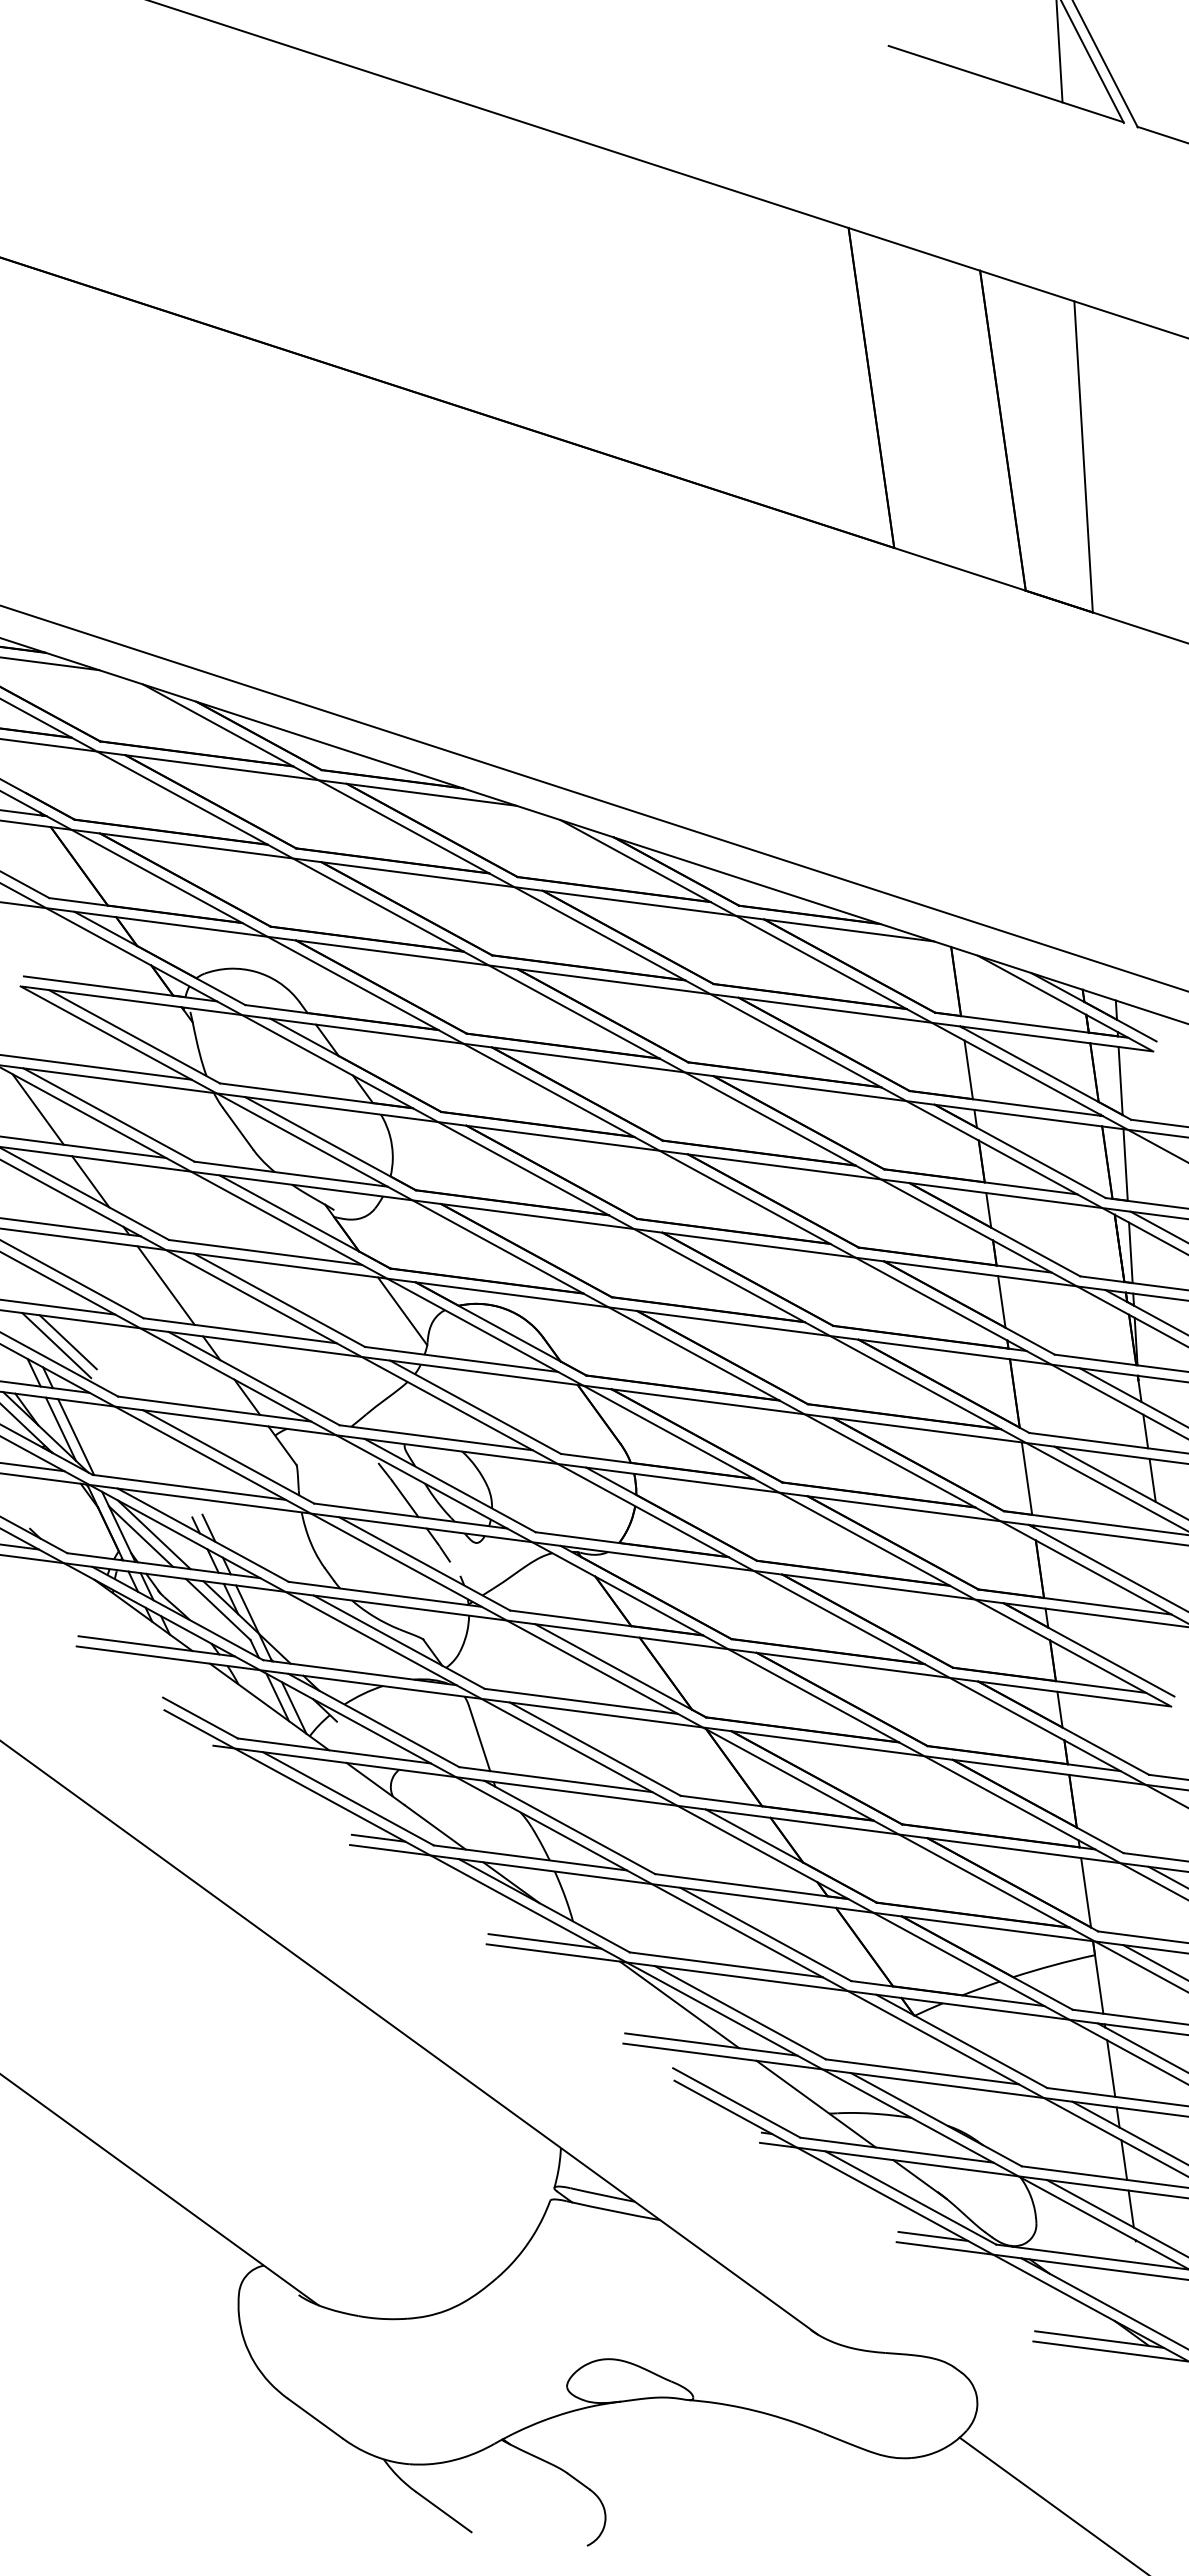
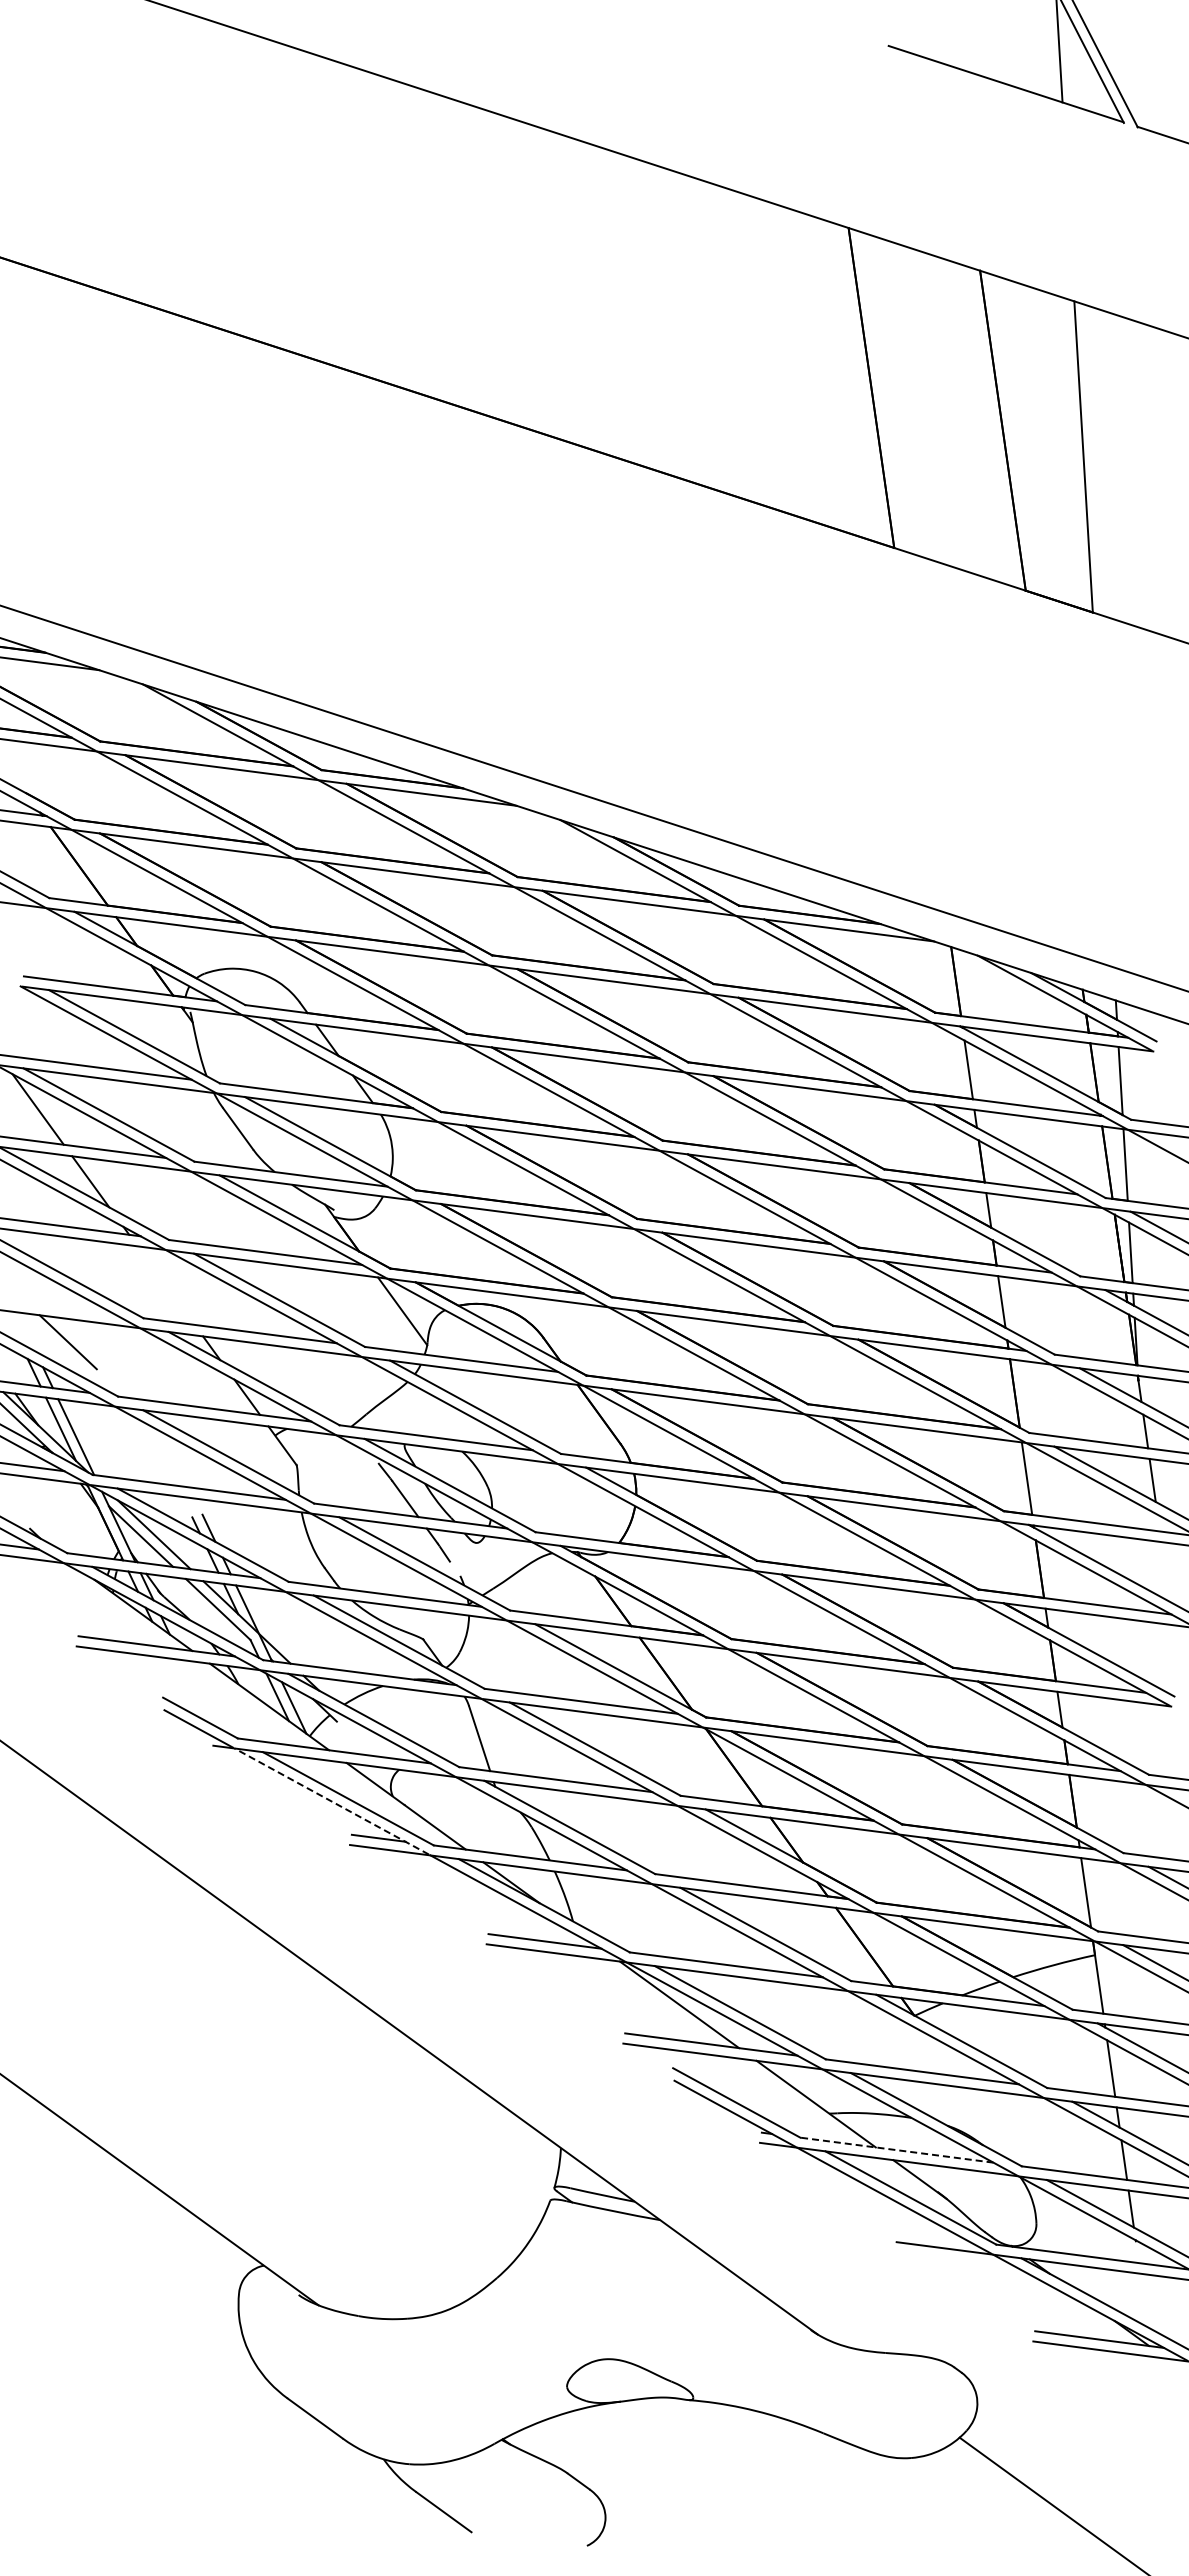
line at (165, 1285): present -> none
line at (58, 1307): present -> none
line at (56, 1345): present -> none
line at (331, 1801): solid -> dashed
line at (896, 2150): solid -> dashed
line at (933, 2235): present -> none
